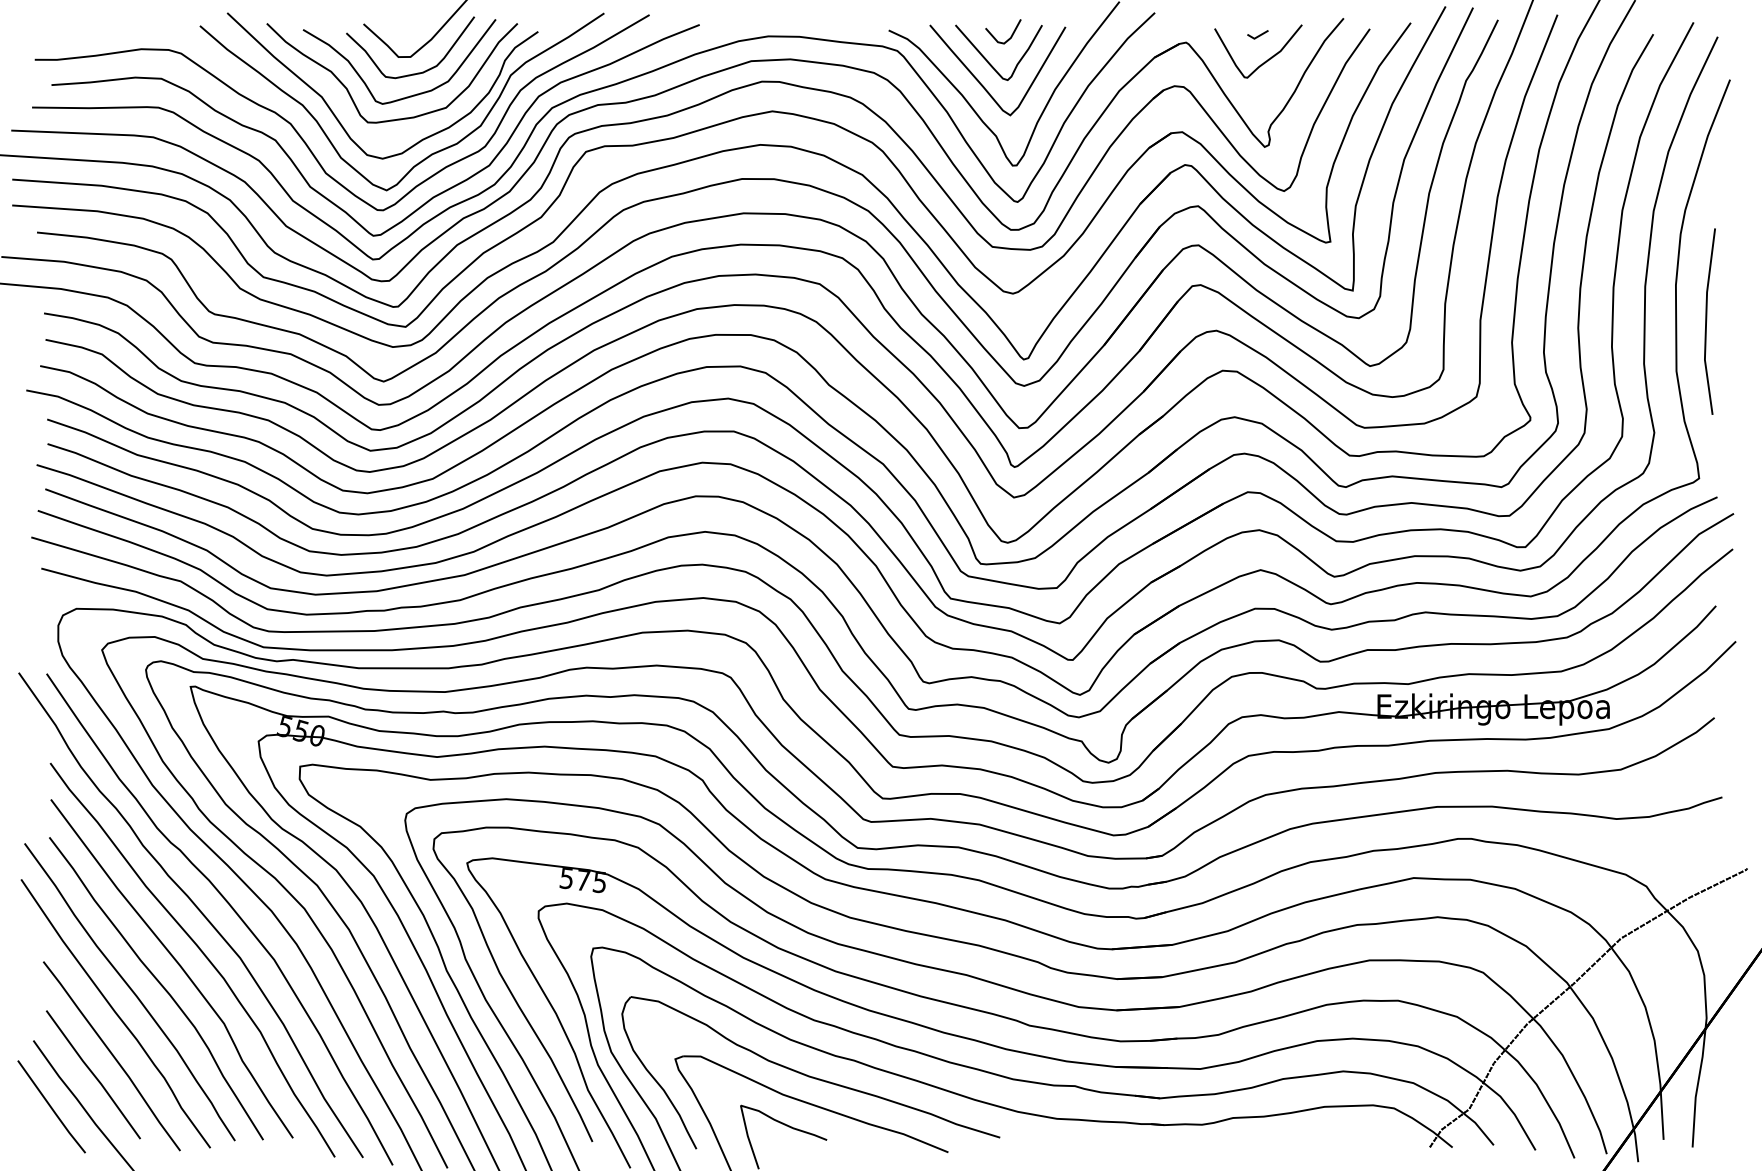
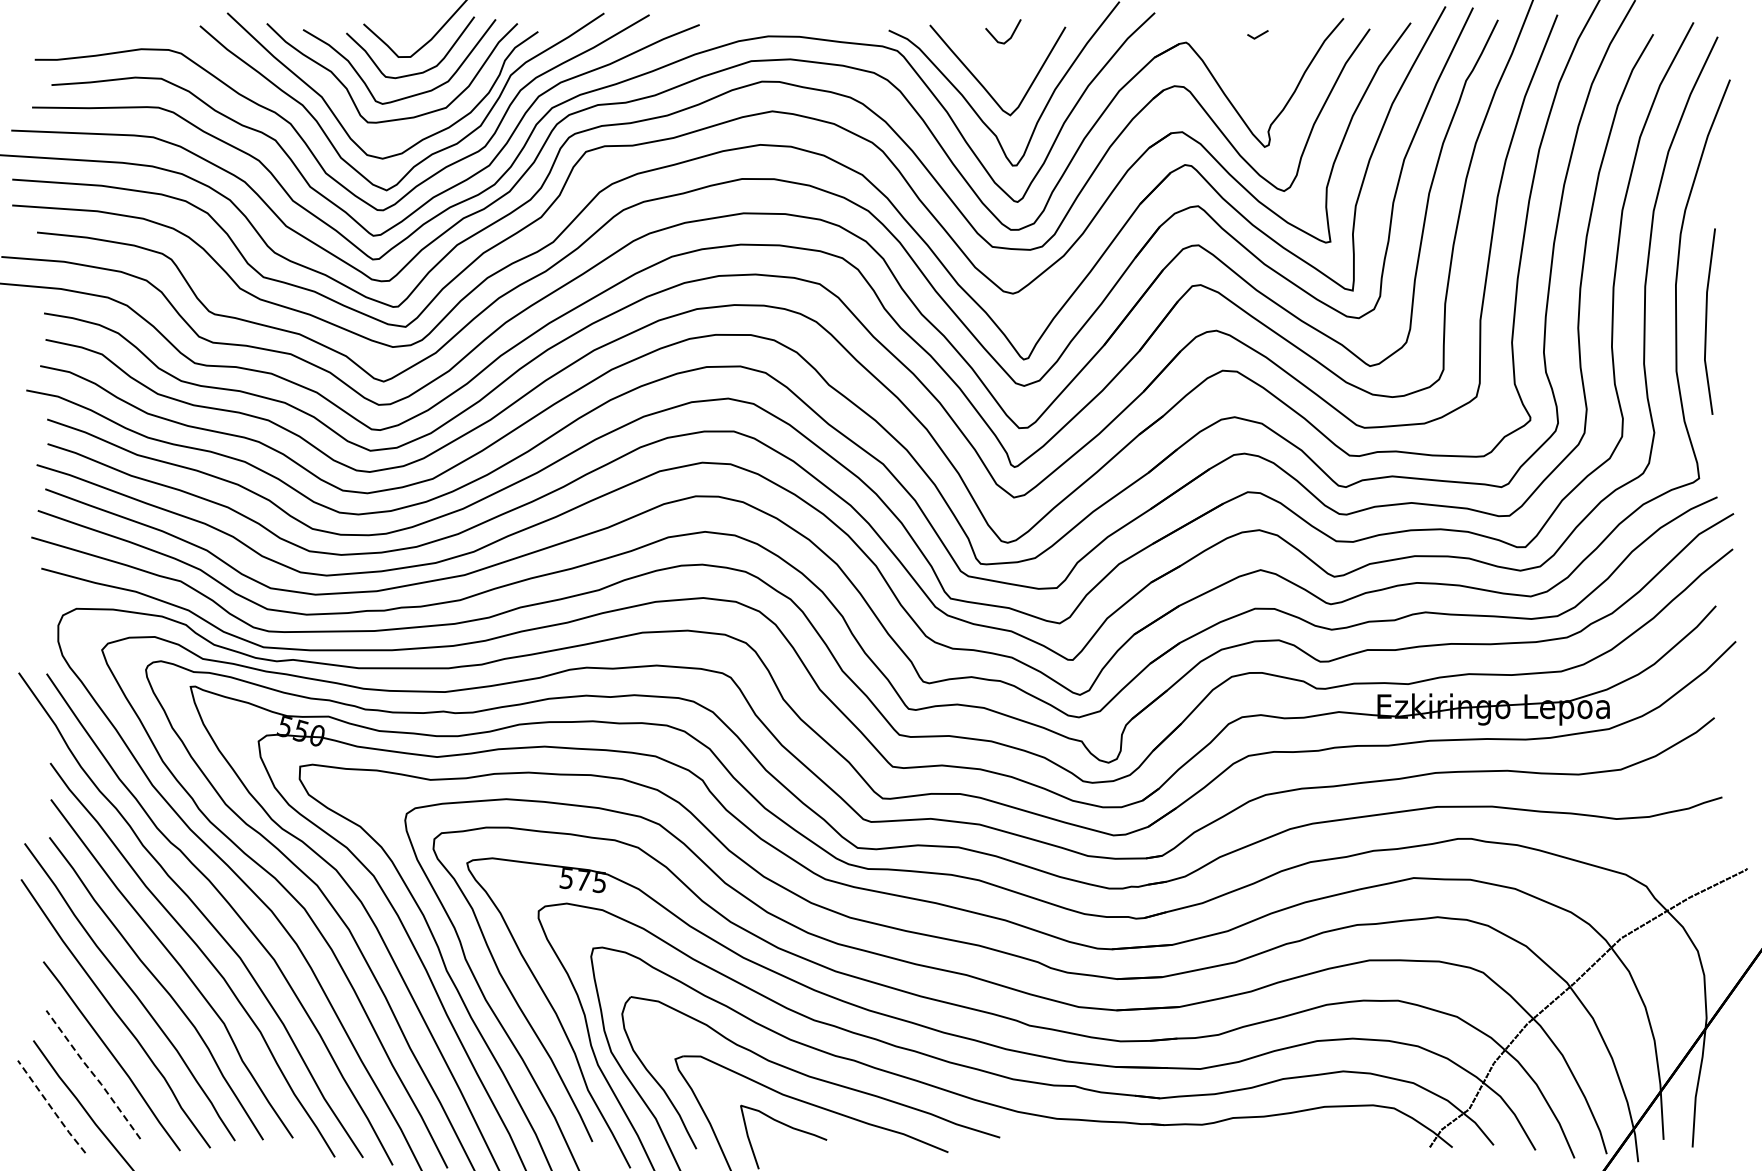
curve at (986, 58): present -> none
curve at (1264, 61): present -> none
line at (93, 1074): solid -> dashed
line at (51, 1108): solid -> dashed
